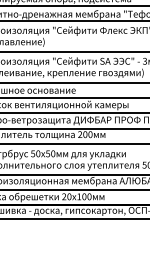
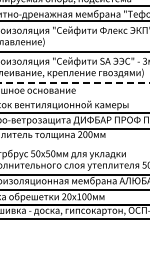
line at (74, 82): solid -> dashed
line at (74, 98): present -> none
line at (74, 144): present -> none
